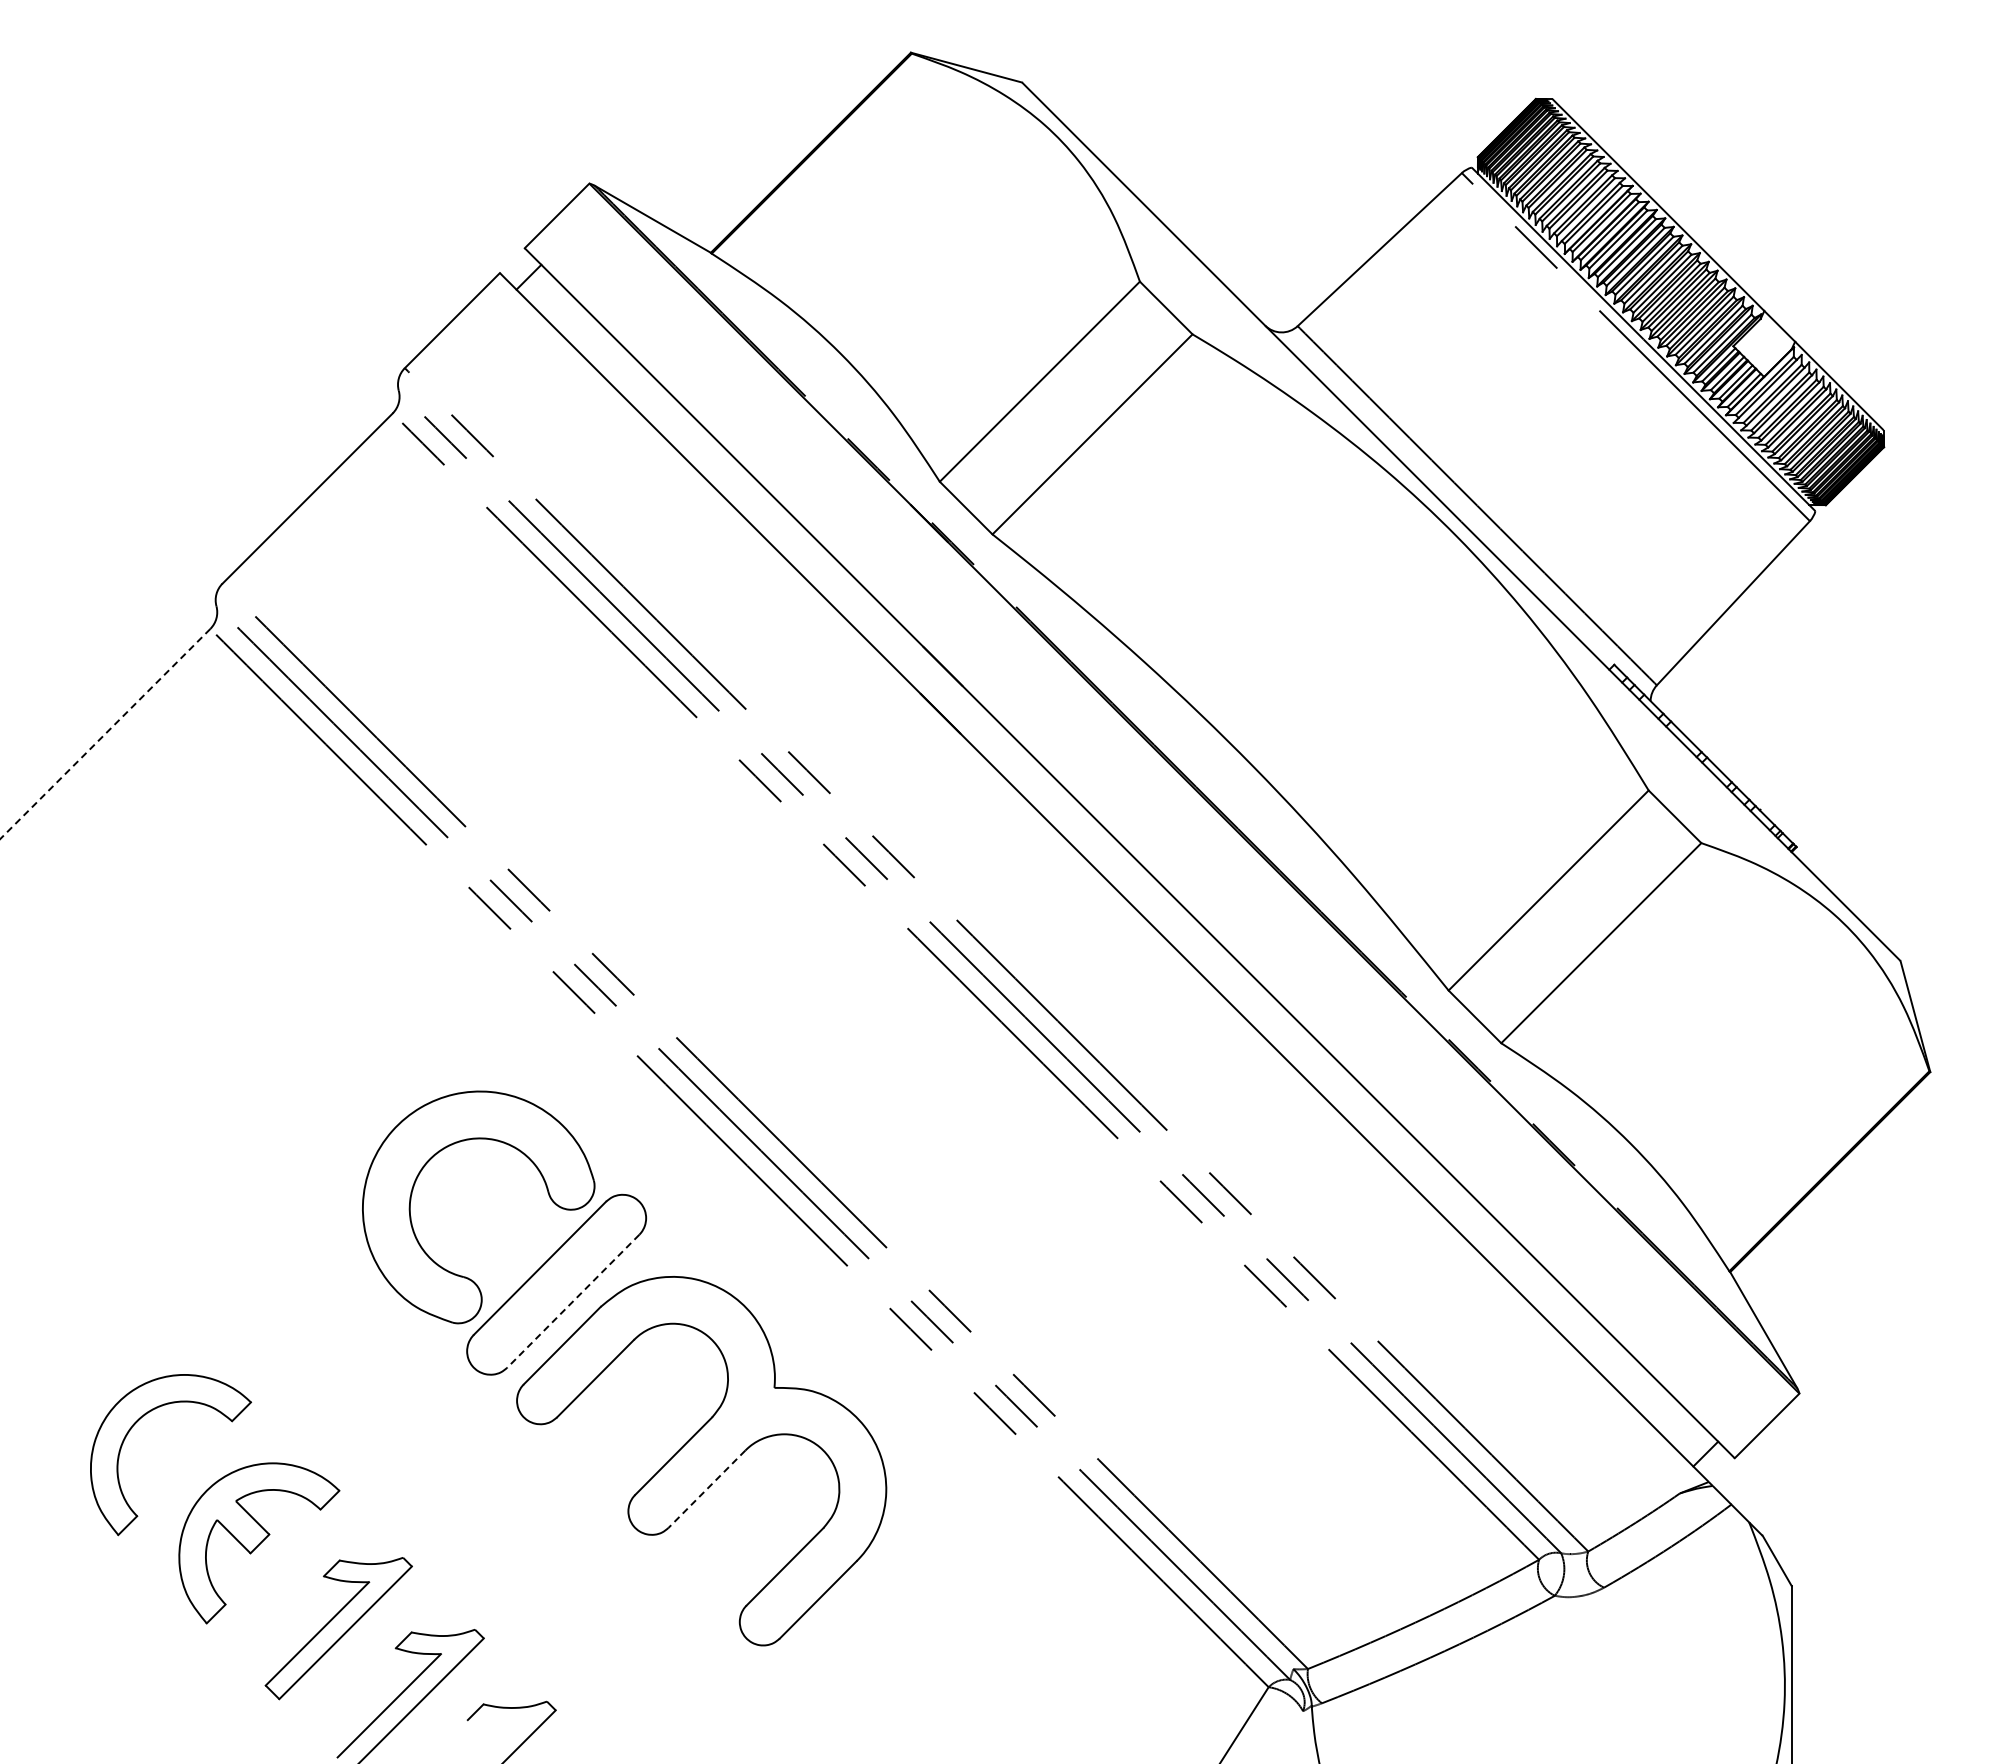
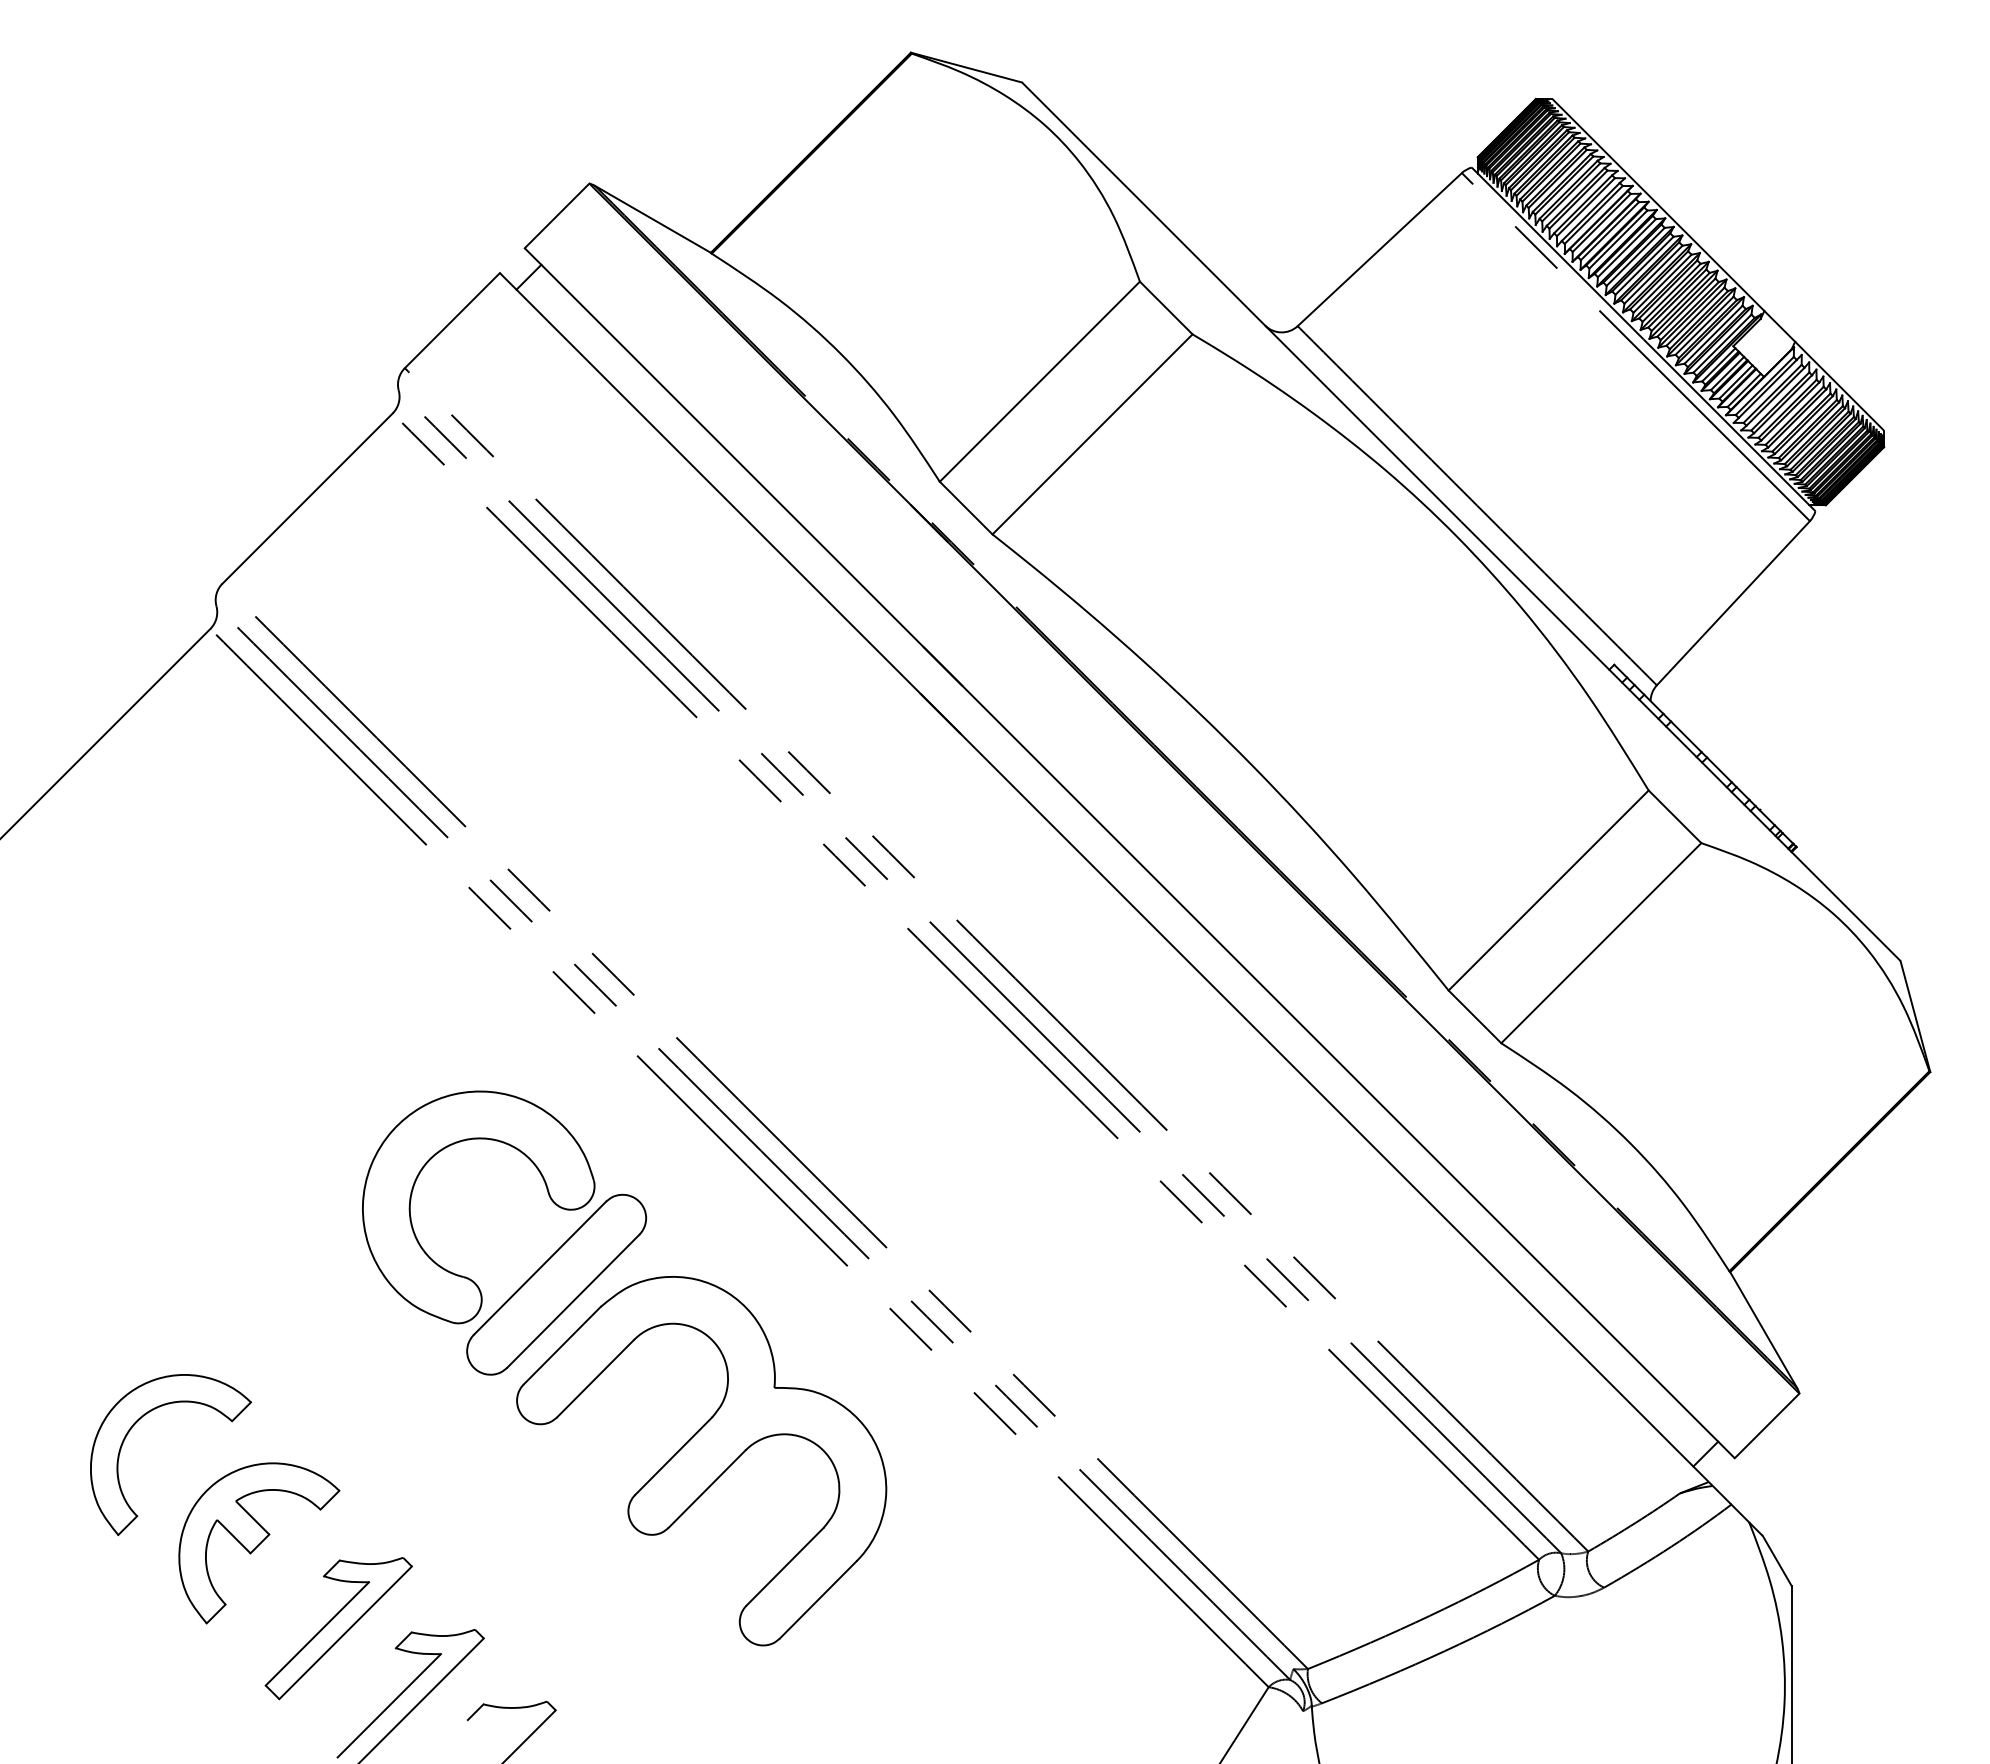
line at (105, 734): dashed -> solid
line at (573, 1301): dashed -> solid
line at (706, 1489): dashed -> solid
